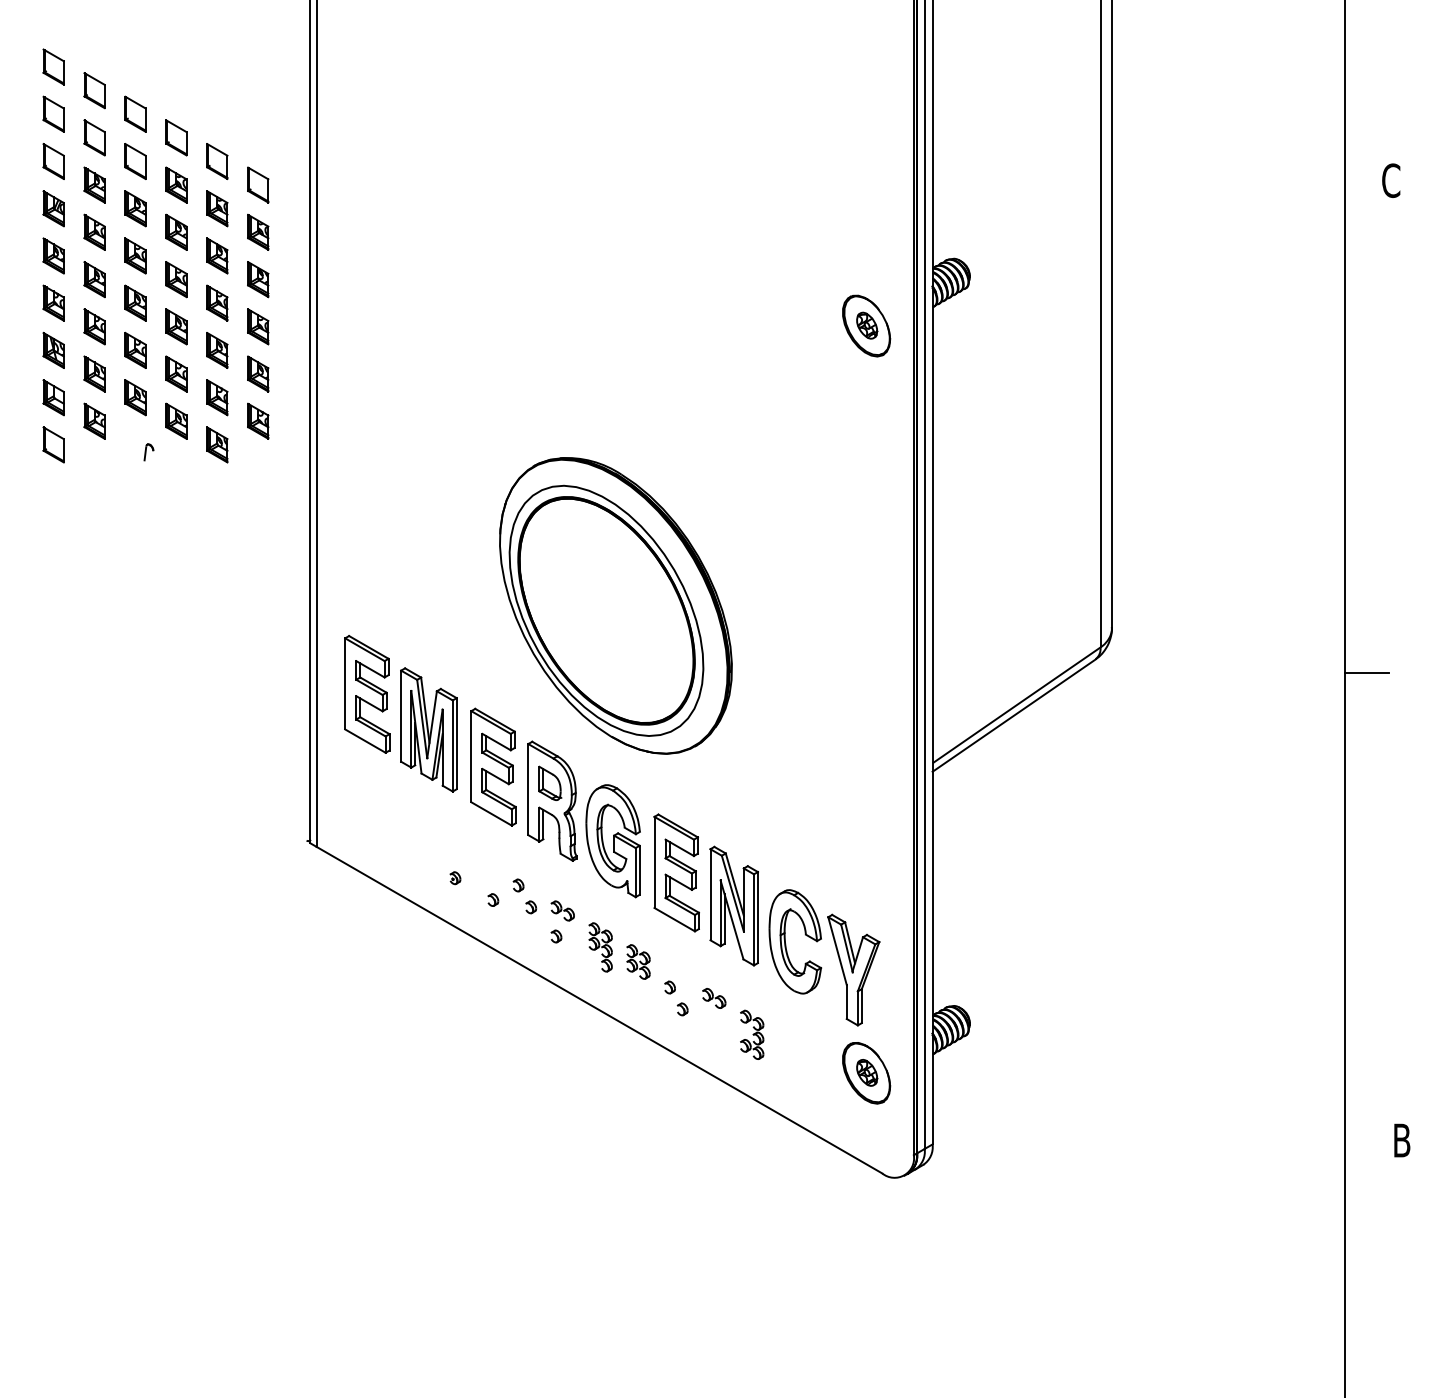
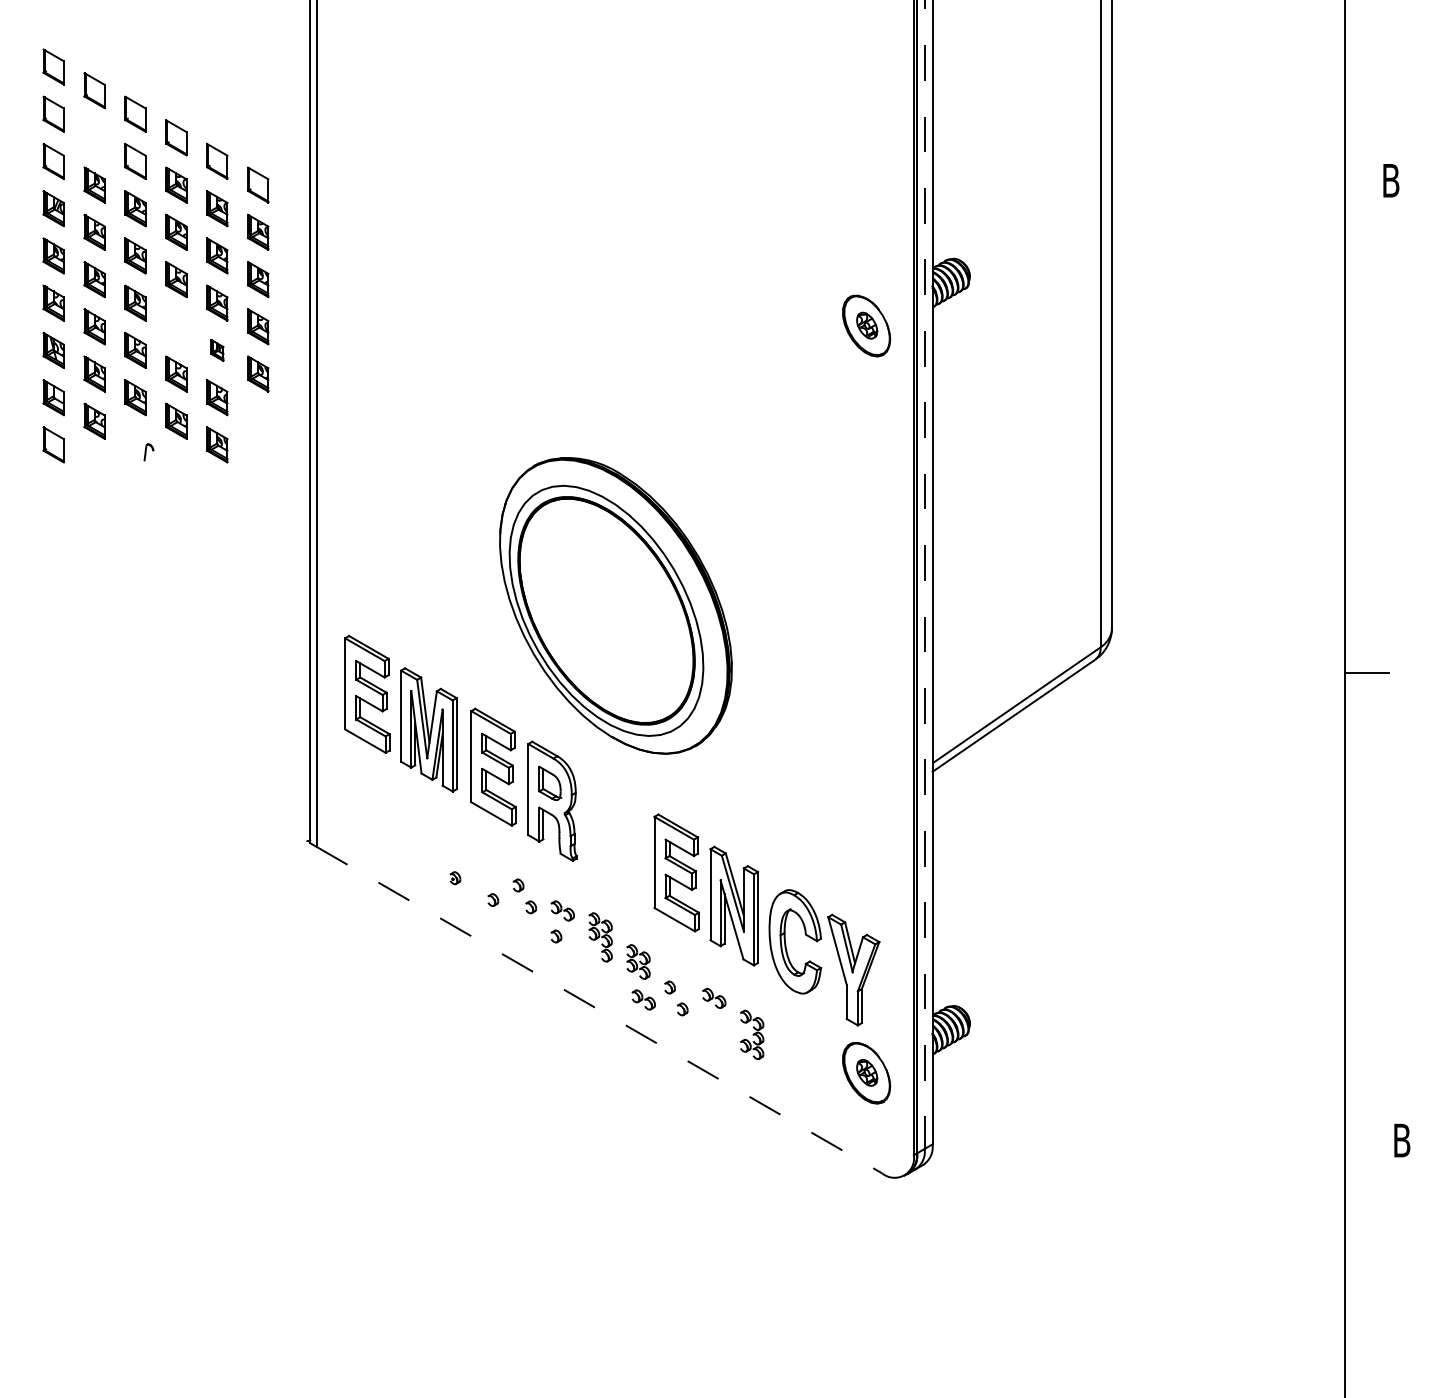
part at (94, 137): present -> none
text at (1391, 180): C -> B
part at (176, 326): present -> none
part at (217, 350) size: 23x37 px -> 15x23 px
part at (258, 420): present -> none
line at (924, 575): solid -> dashed
part at (612, 841): present -> none
part at (600, 947) position: (600, 947) -> (600, 937)
part at (643, 999): none -> present
line at (599, 1010): solid -> dashed
